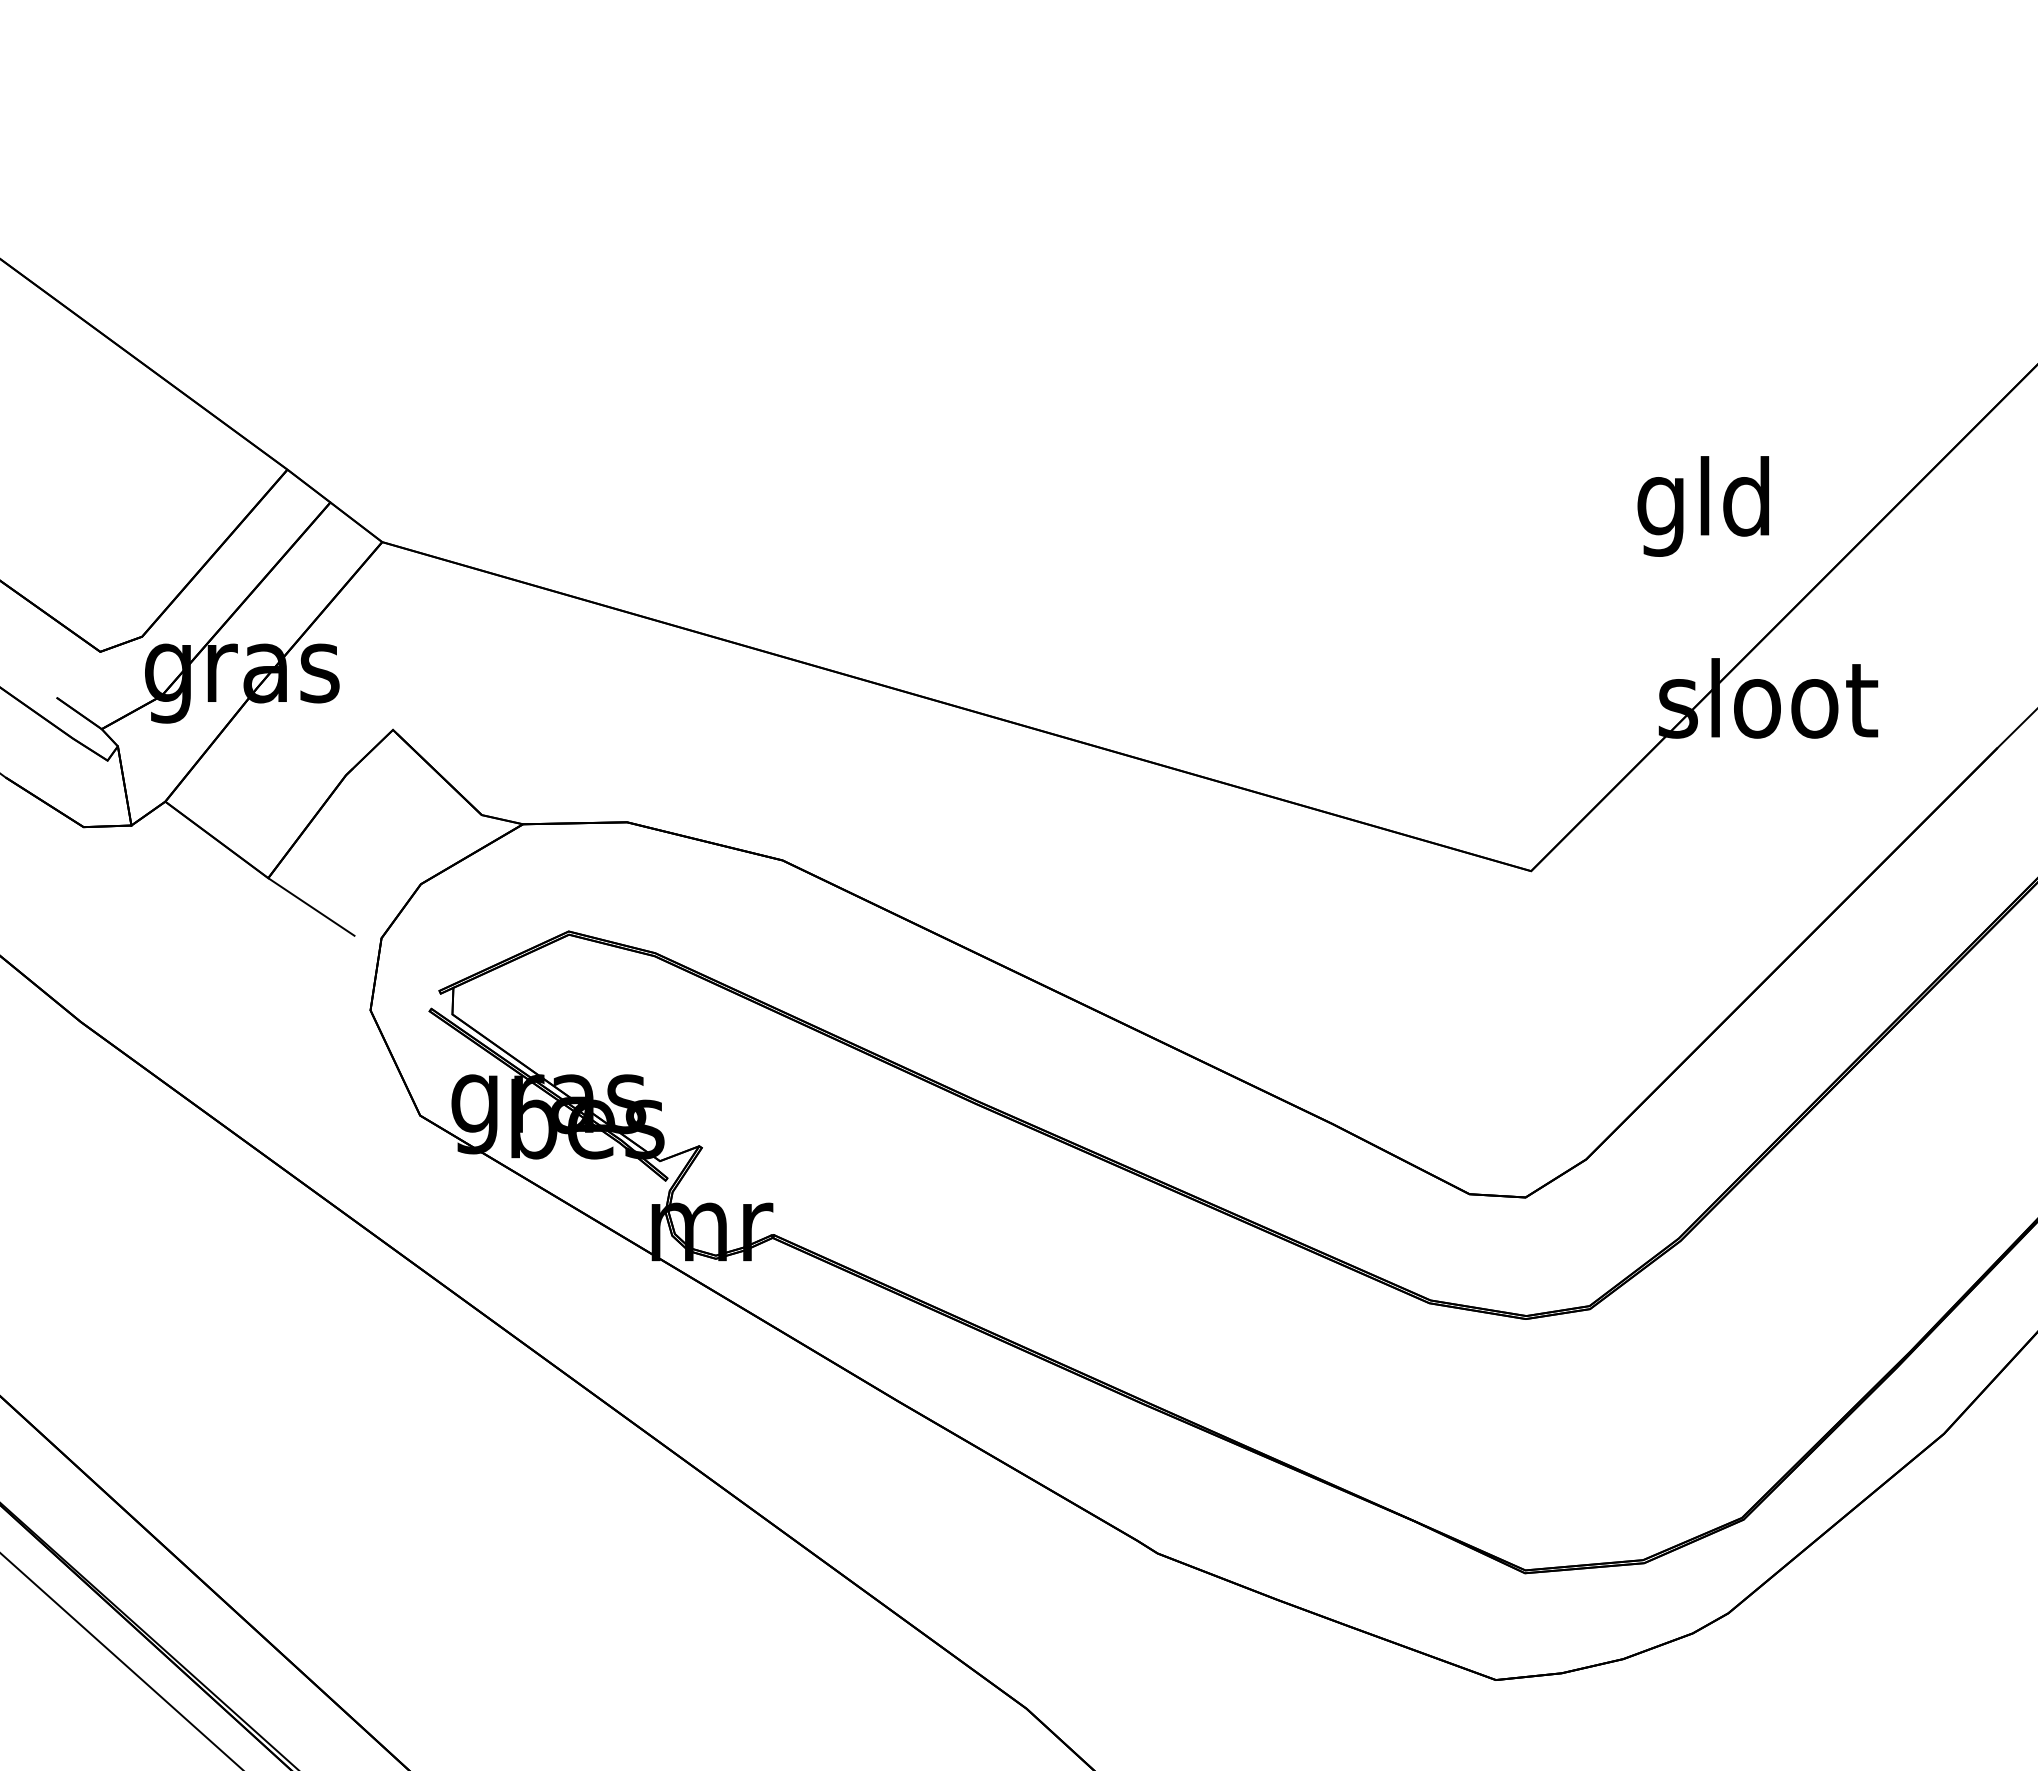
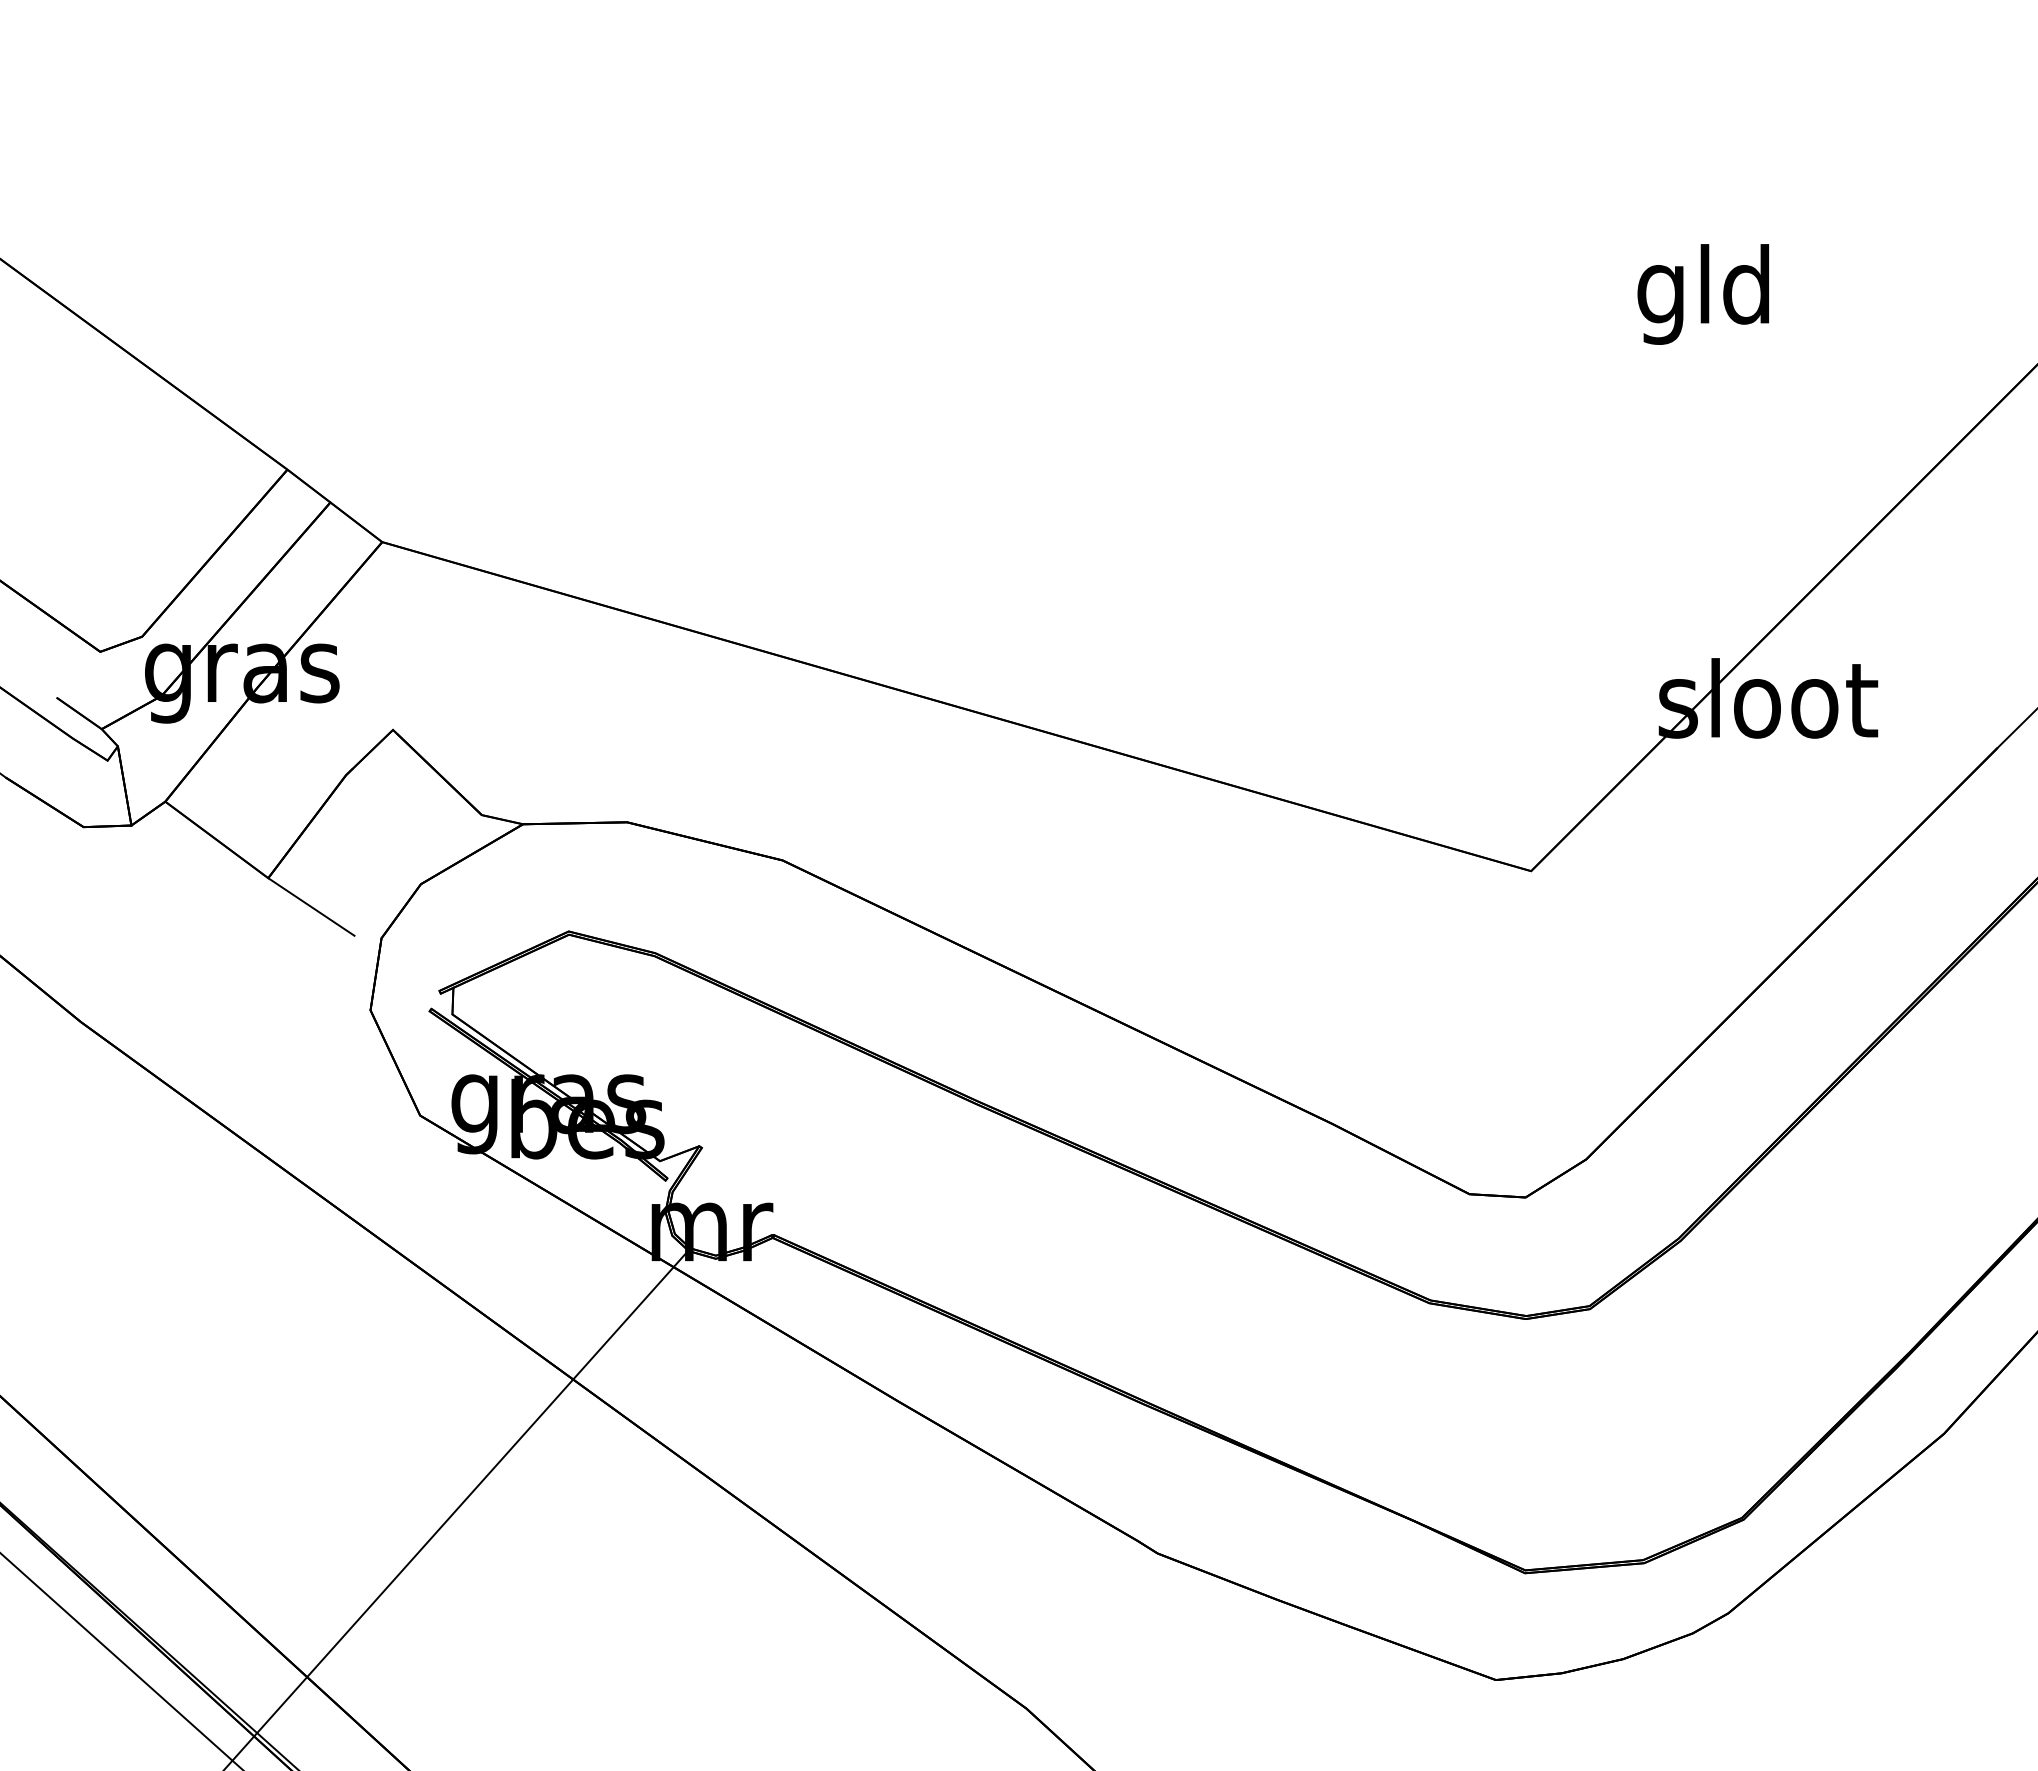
text at (1702, 506) position: (1702, 506) -> (1702, 294)
line at (458, 1507): none -> present
